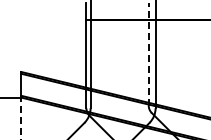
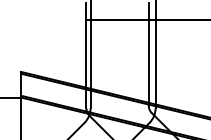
line at (148, 53): dashed -> solid
line at (21, 118): dashed -> solid
